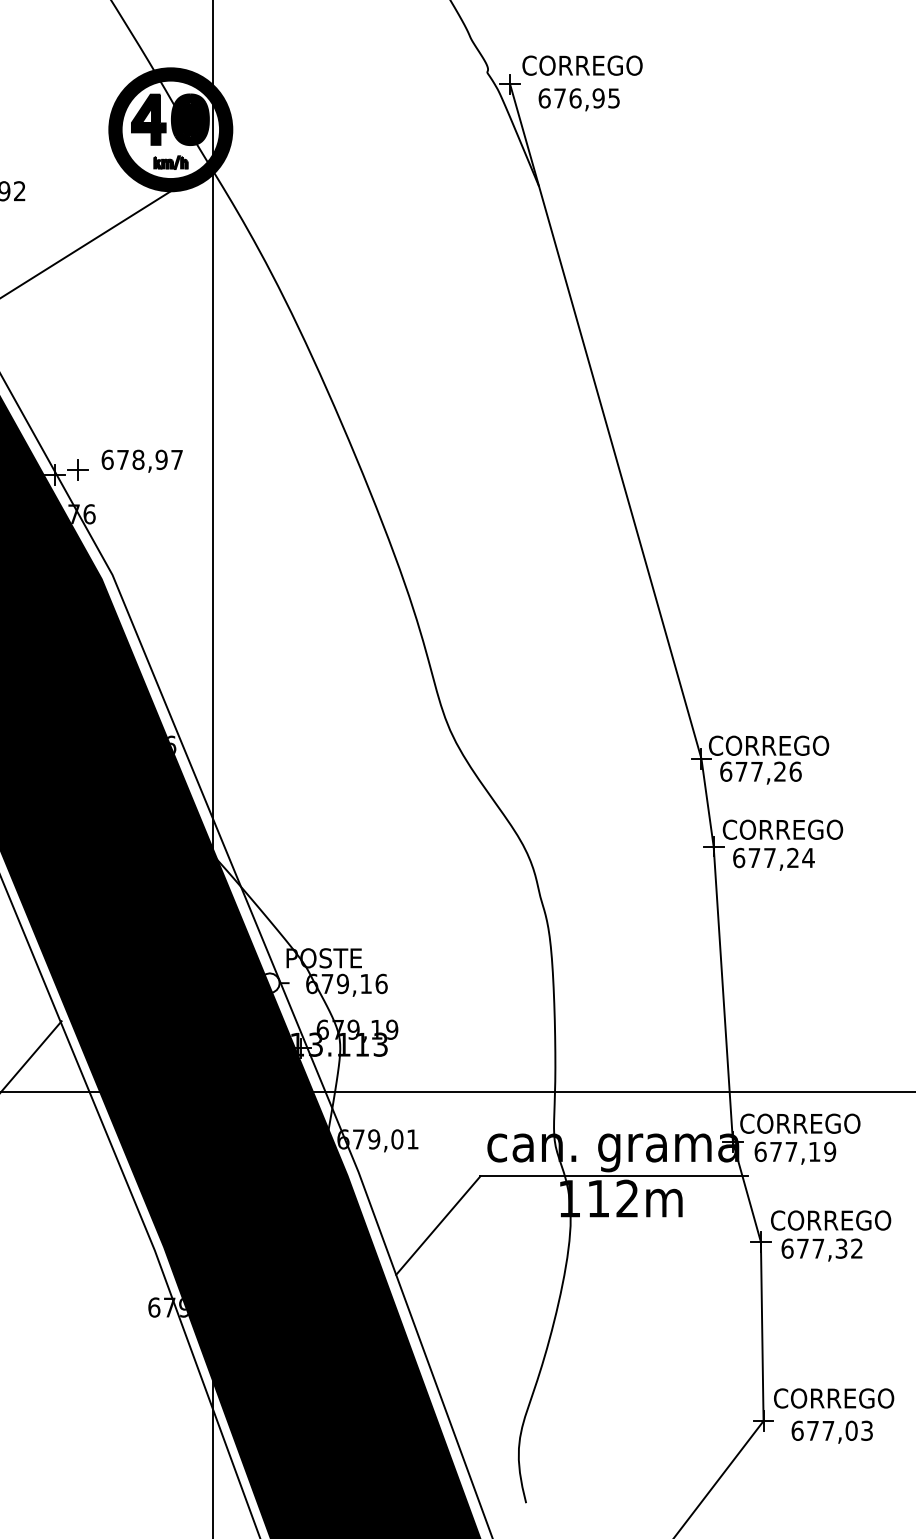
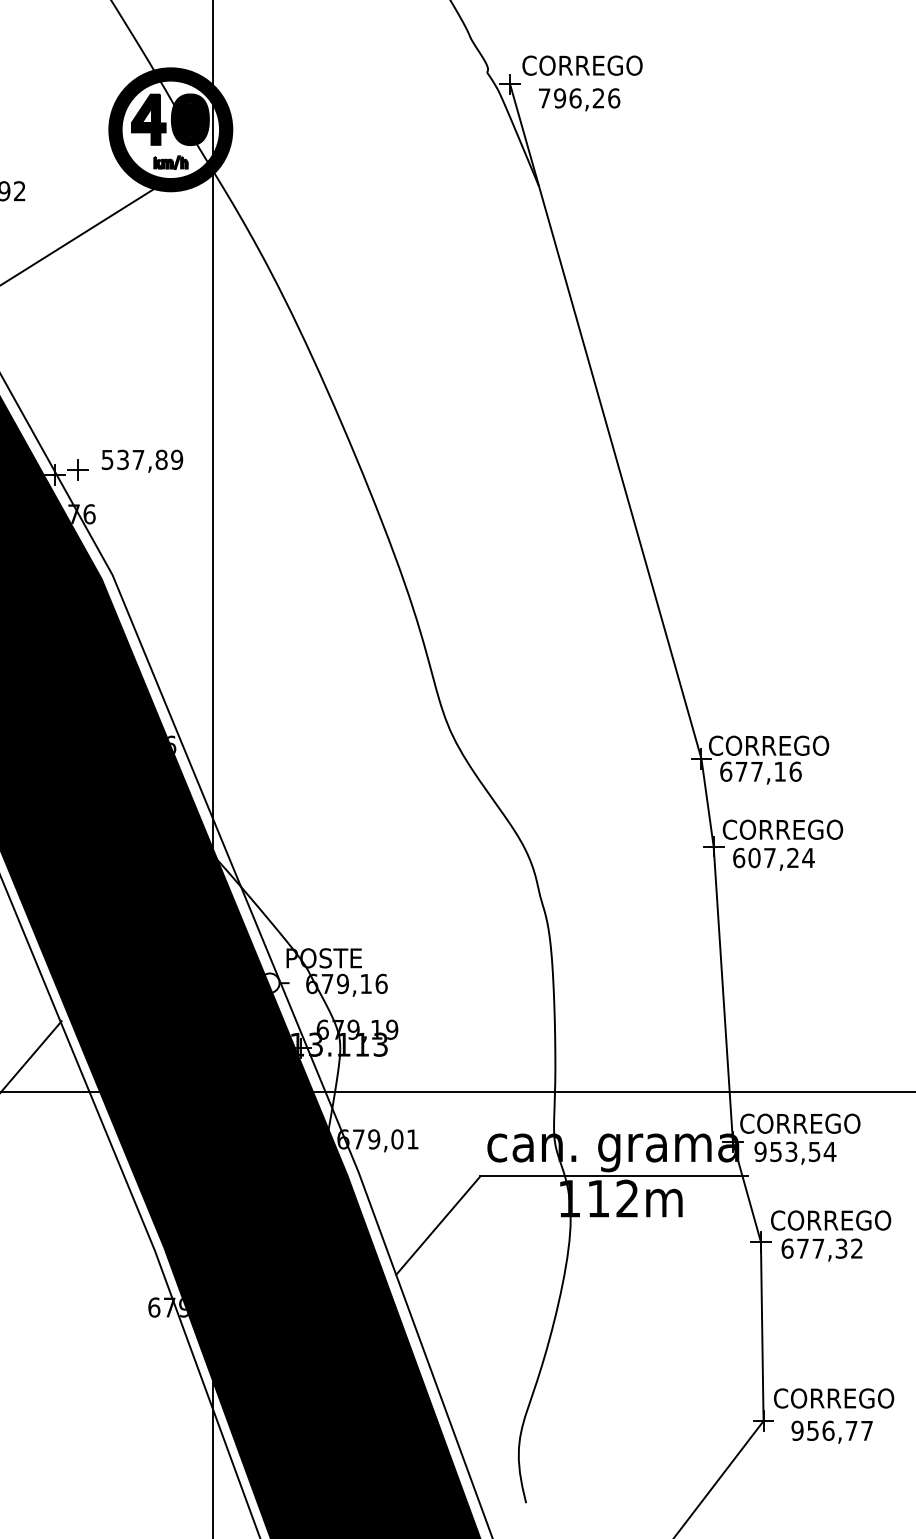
text at (579, 98): 676,95 -> 796,26
line at (86, 244) position: (86, 244) -> (83, 233)
text at (142, 459): 678,97 -> 537,89
text at (779, 771): 677,26 -> 677,16
text at (754, 857): 677,24 -> 607,24
text at (795, 1151): 677,19 -> 953,54
text at (831, 1430): 677,03 -> 956,77
